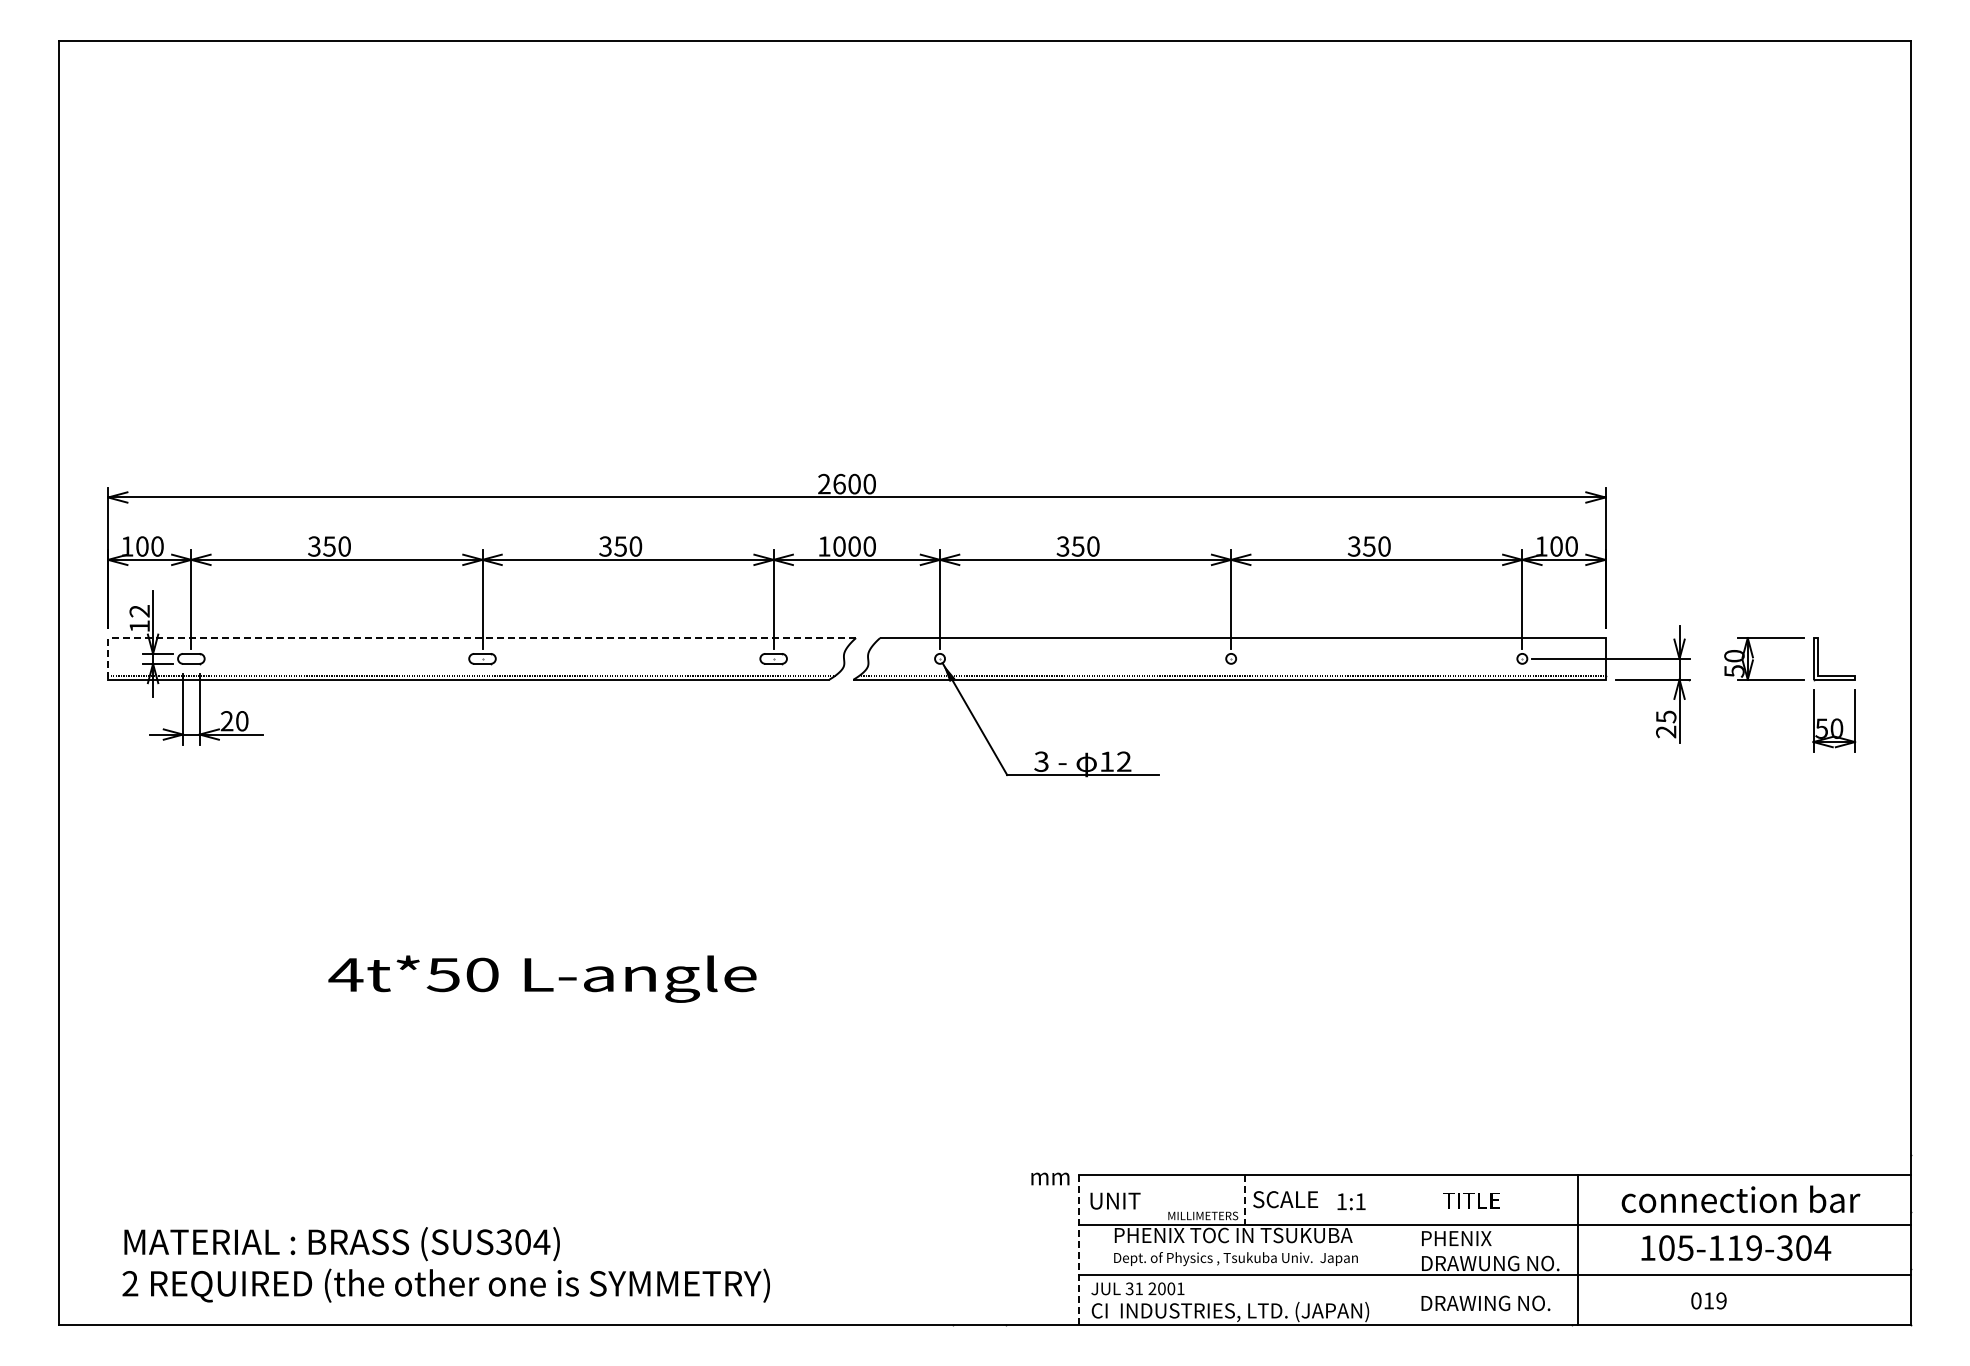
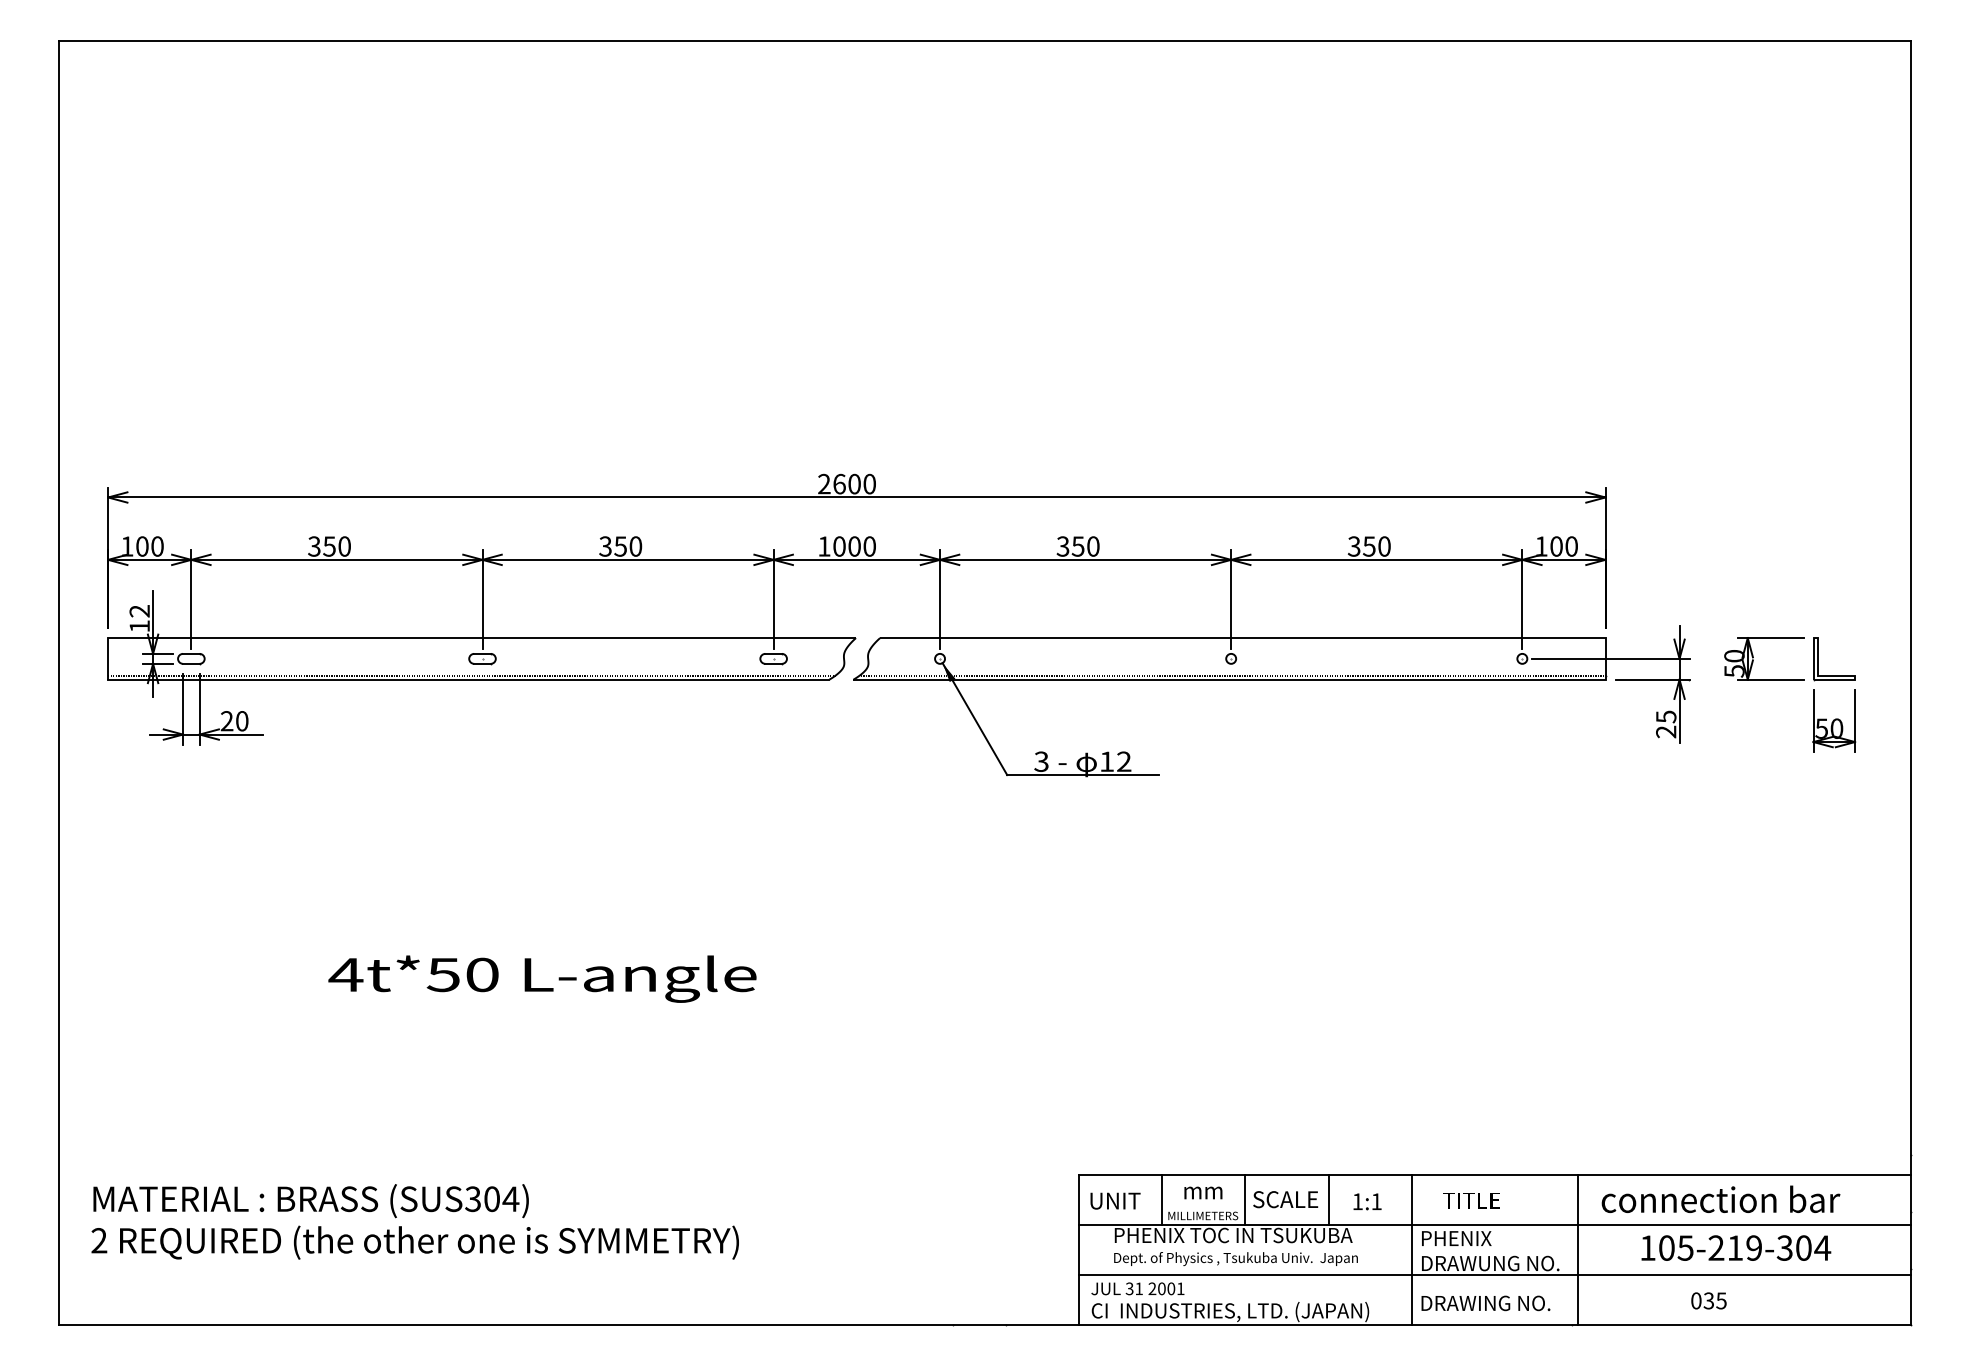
line at (459, 638): dashed -> solid
text at (1050, 1178) position: (1050, 1178) -> (1203, 1192)
text at (1740, 1198) position: (1740, 1198) -> (1720, 1198)
line at (1162, 1200): none -> present
line at (1245, 1200): dashed -> solid
line at (1328, 1200): none -> present
text at (1351, 1201) position: (1351, 1201) -> (1367, 1201)
text at (1716, 1247): 105-119-304 -> 105-219-304
line at (1079, 1250): dashed -> solid
line at (1411, 1250): none -> present
text at (445, 1264) position: (445, 1264) -> (414, 1221)
text at (1714, 1300): 019 -> 035
